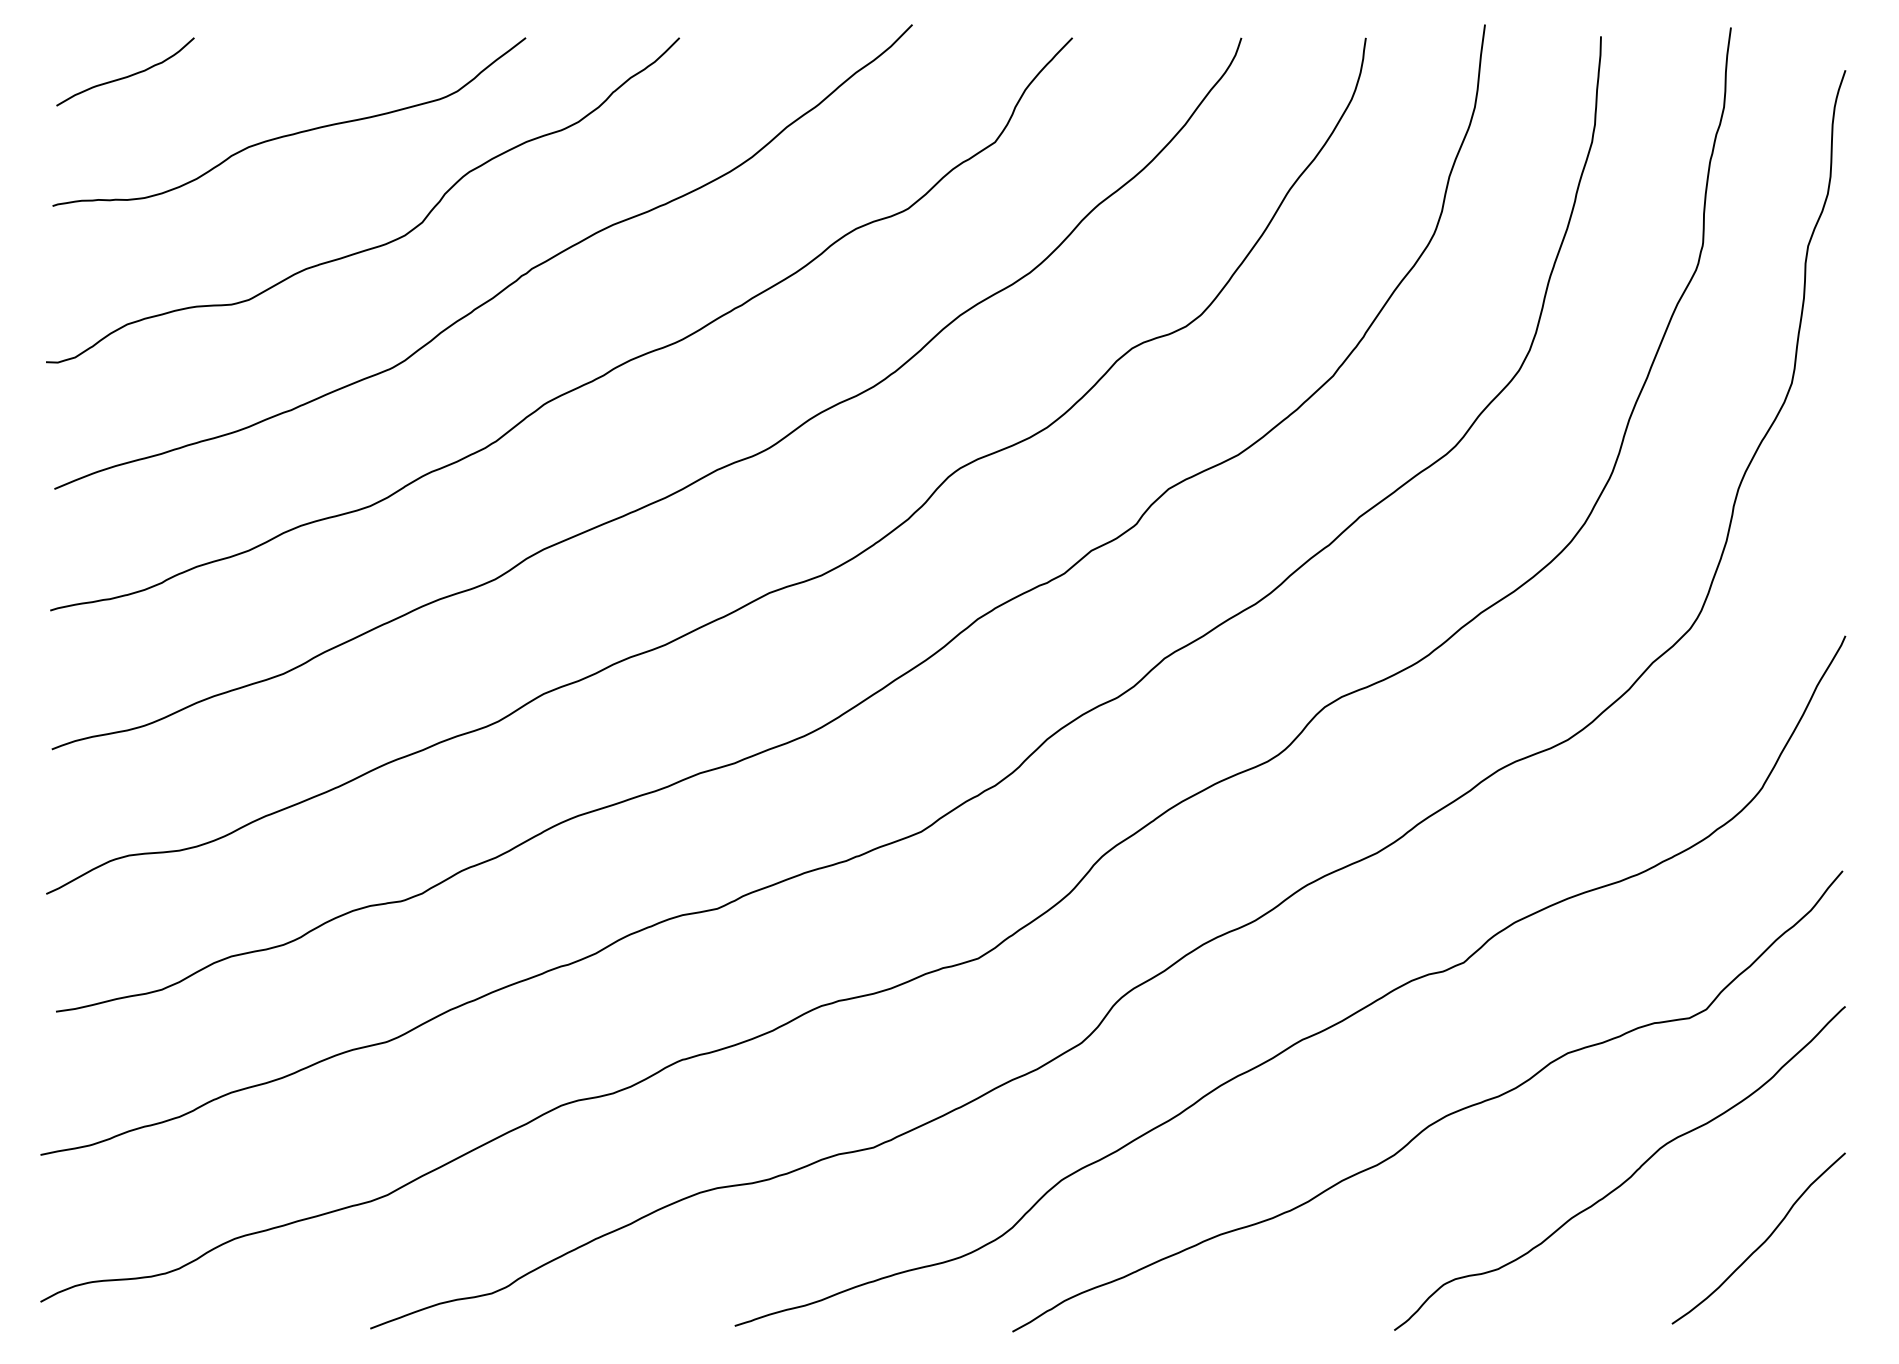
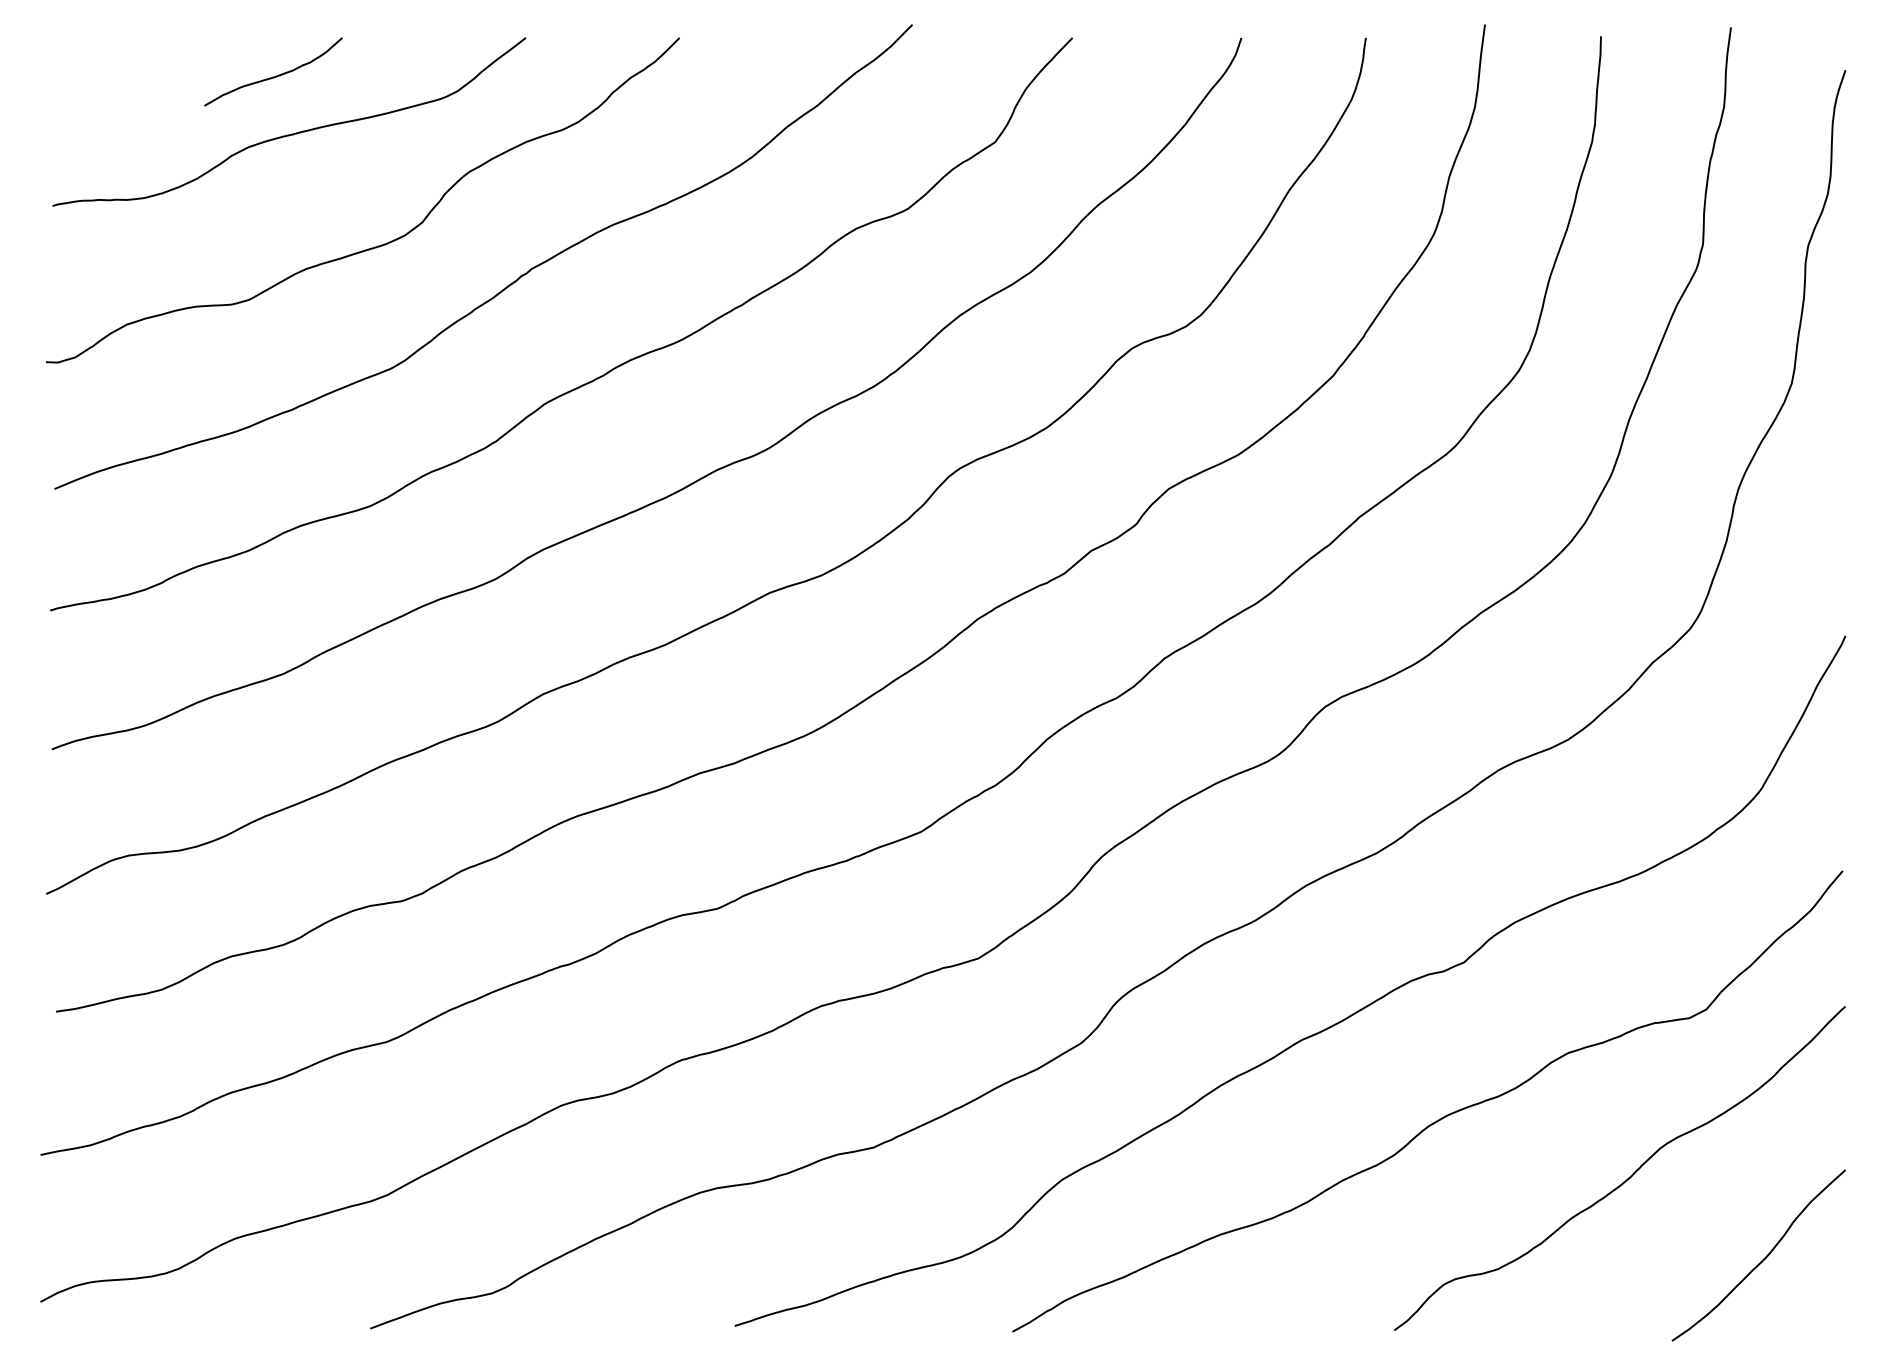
curve at (128, 75) position: (128, 75) -> (276, 75)
curve at (1762, 1242) position: (1762, 1242) -> (1762, 1259)
